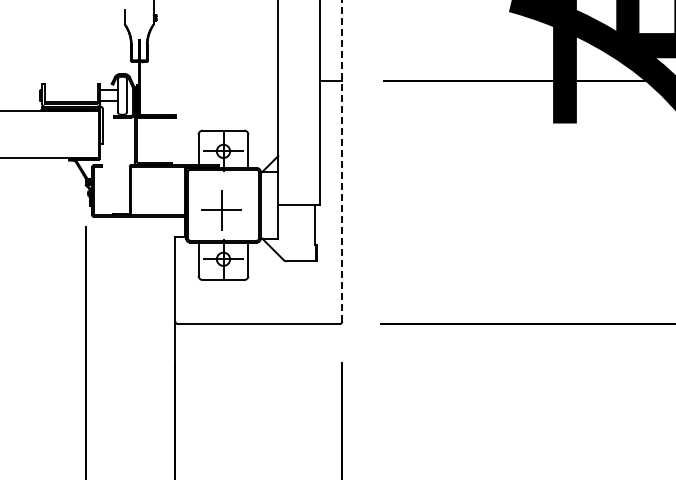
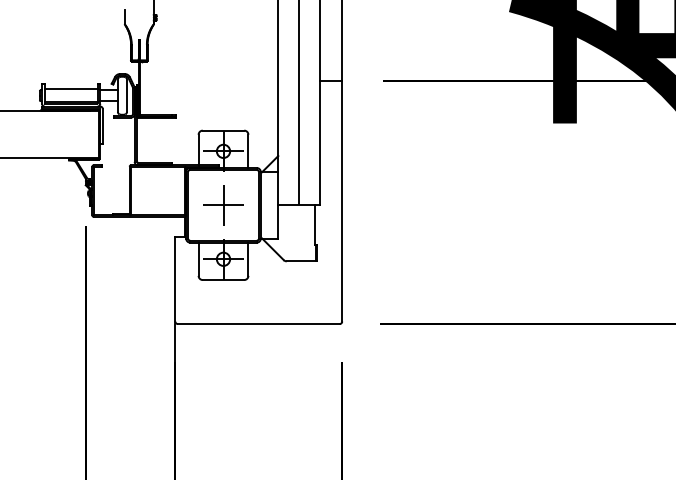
line at (70, 89): none -> present
line at (299, 103): none -> present
line at (342, 160): dashed -> solid
part at (221, 210) position: (221, 210) -> (223, 205)
